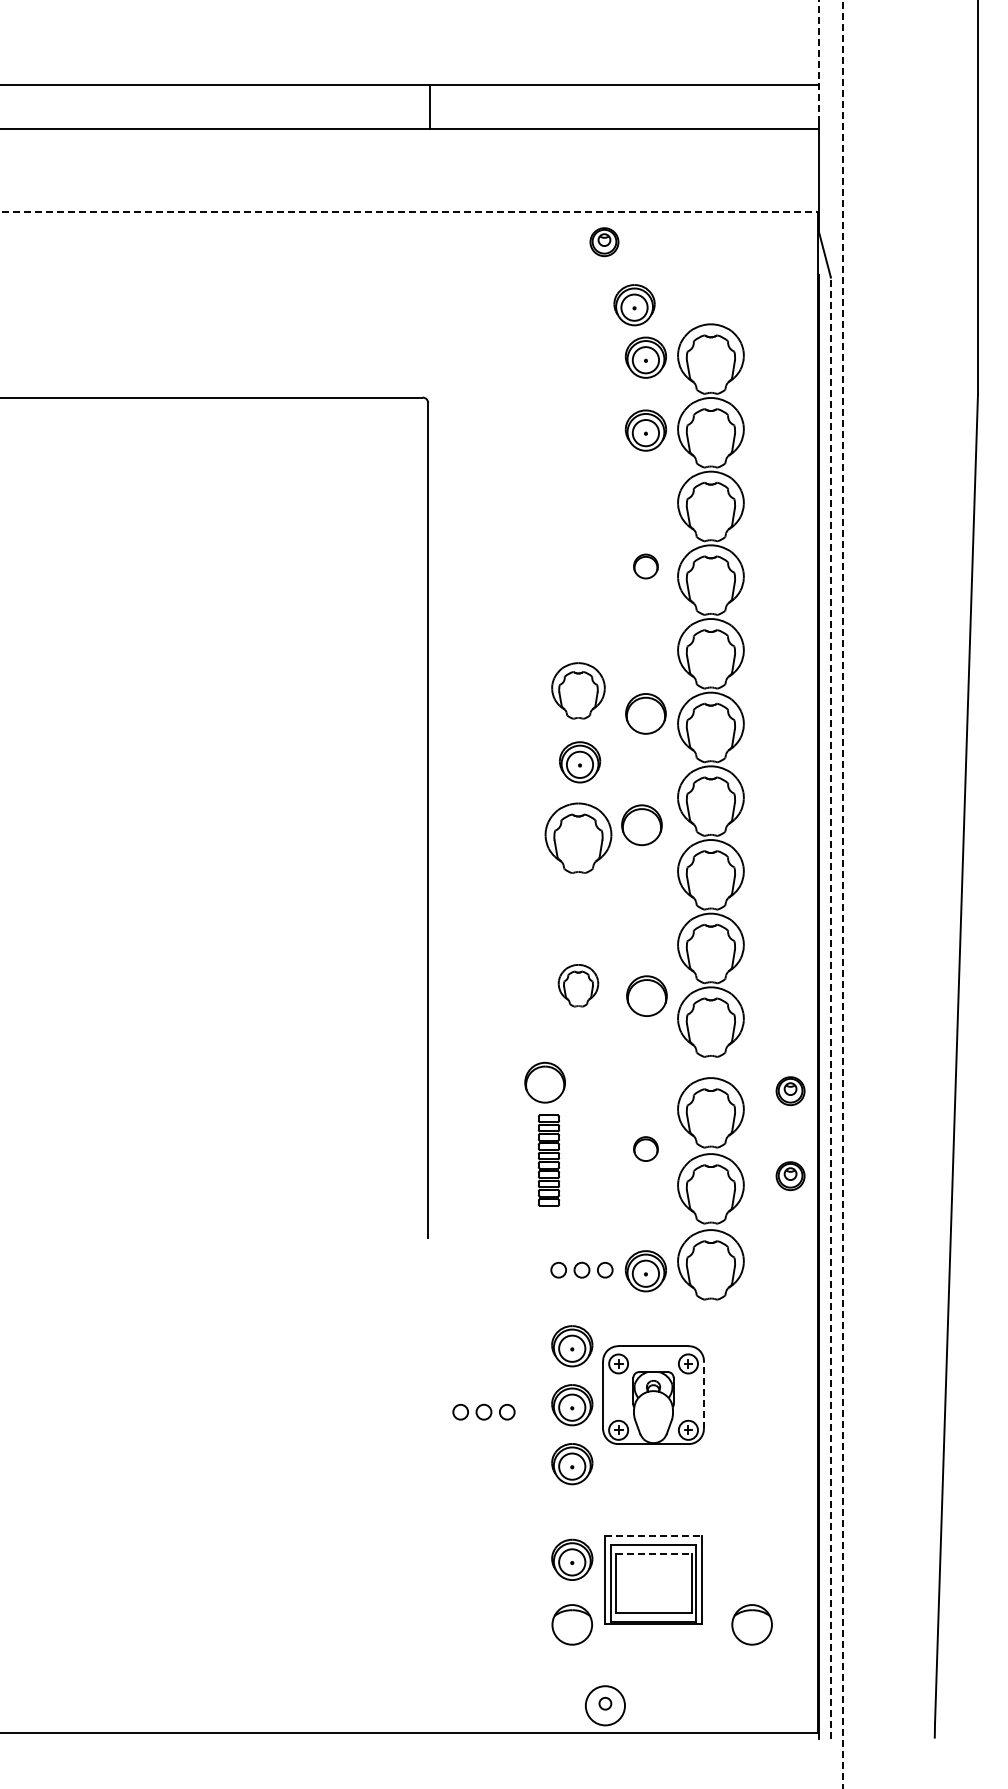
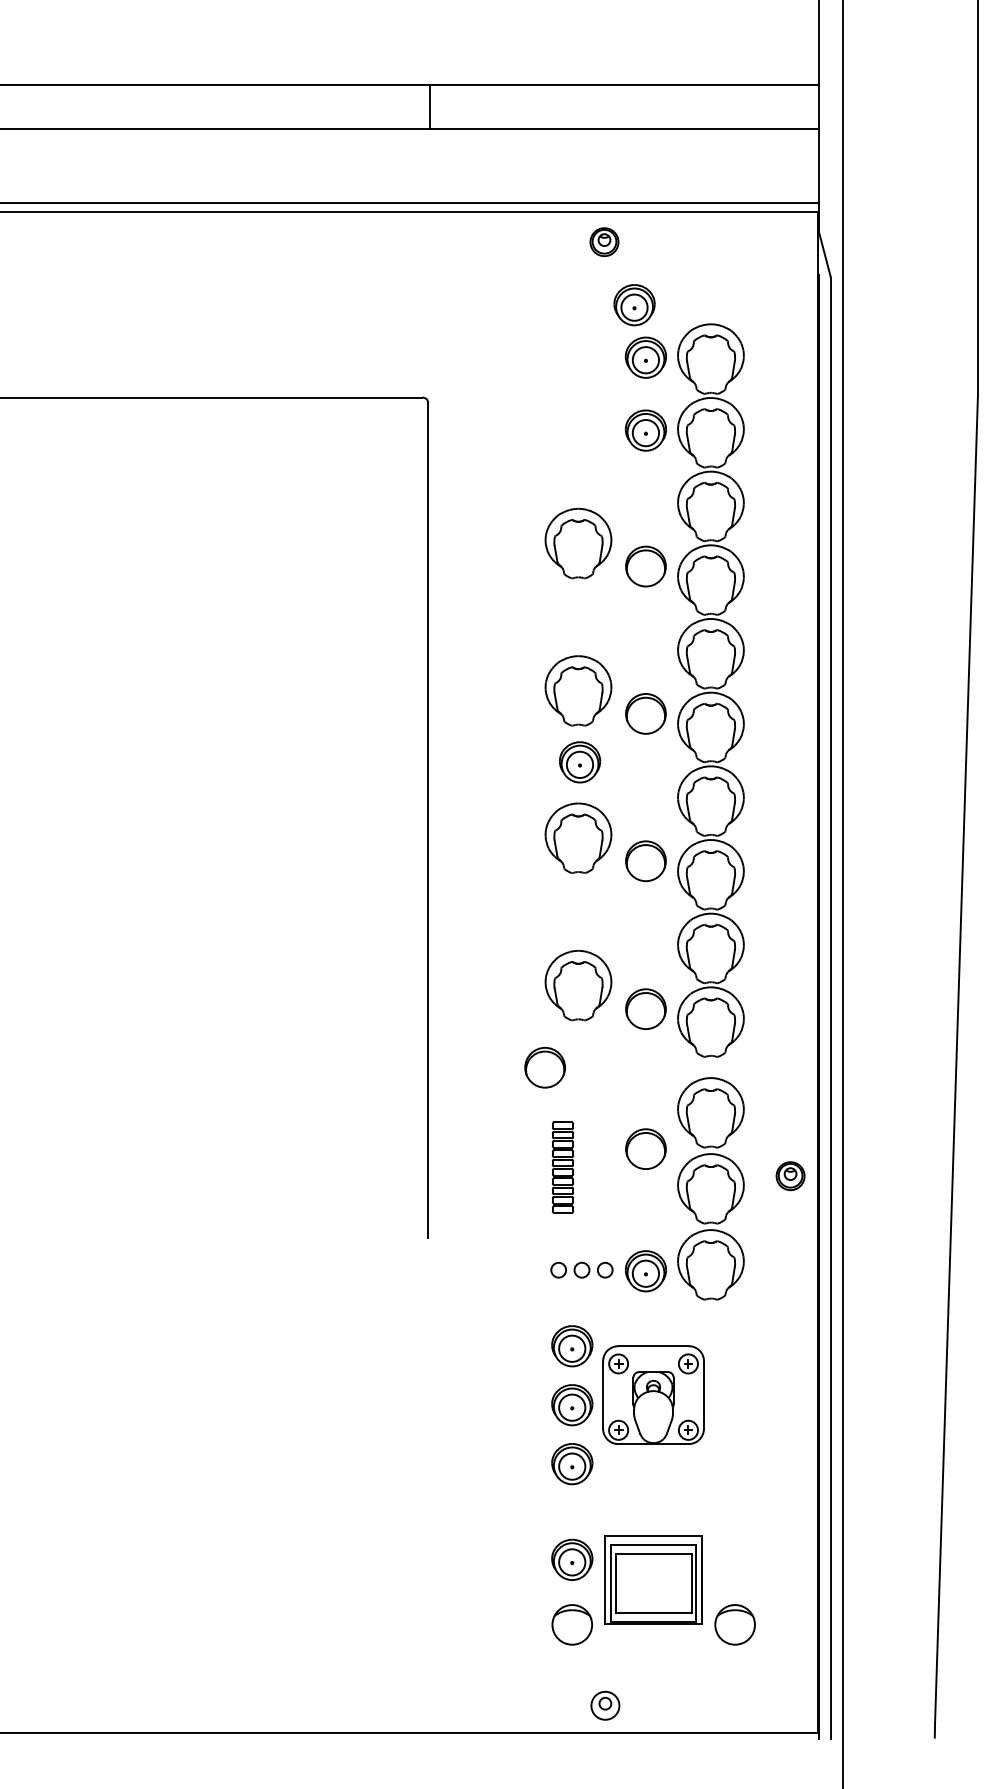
line at (819, 61): dashed -> solid
line at (410, 202): none -> present
line at (410, 212): dashed -> solid
part at (578, 543): none -> present
part at (645, 566) size: 26x27 px -> 42x43 px
part at (578, 690) size: 55x58 px -> 69x72 px
part at (641, 825) position: (641, 825) -> (645, 861)
line at (842, 894): dashed -> solid
part at (578, 985) size: 43x44 px -> 69x72 px
part at (646, 995) position: (646, 995) -> (645, 1008)
line at (830, 1008): dashed -> solid
part at (544, 1082) position: (544, 1082) -> (544, 1067)
part at (790, 1091): present -> none
part at (645, 1148) size: 26x26 px -> 42x42 px
part at (548, 1160) position: (548, 1160) -> (562, 1167)
line at (703, 1395): dashed -> solid
part at (483, 1411): present -> none
line at (654, 1535): dashed -> solid
line at (653, 1553): dashed -> solid
part at (751, 1624) position: (751, 1624) -> (734, 1624)
circle at (605, 1705) diameter: 39 px -> 28 px
